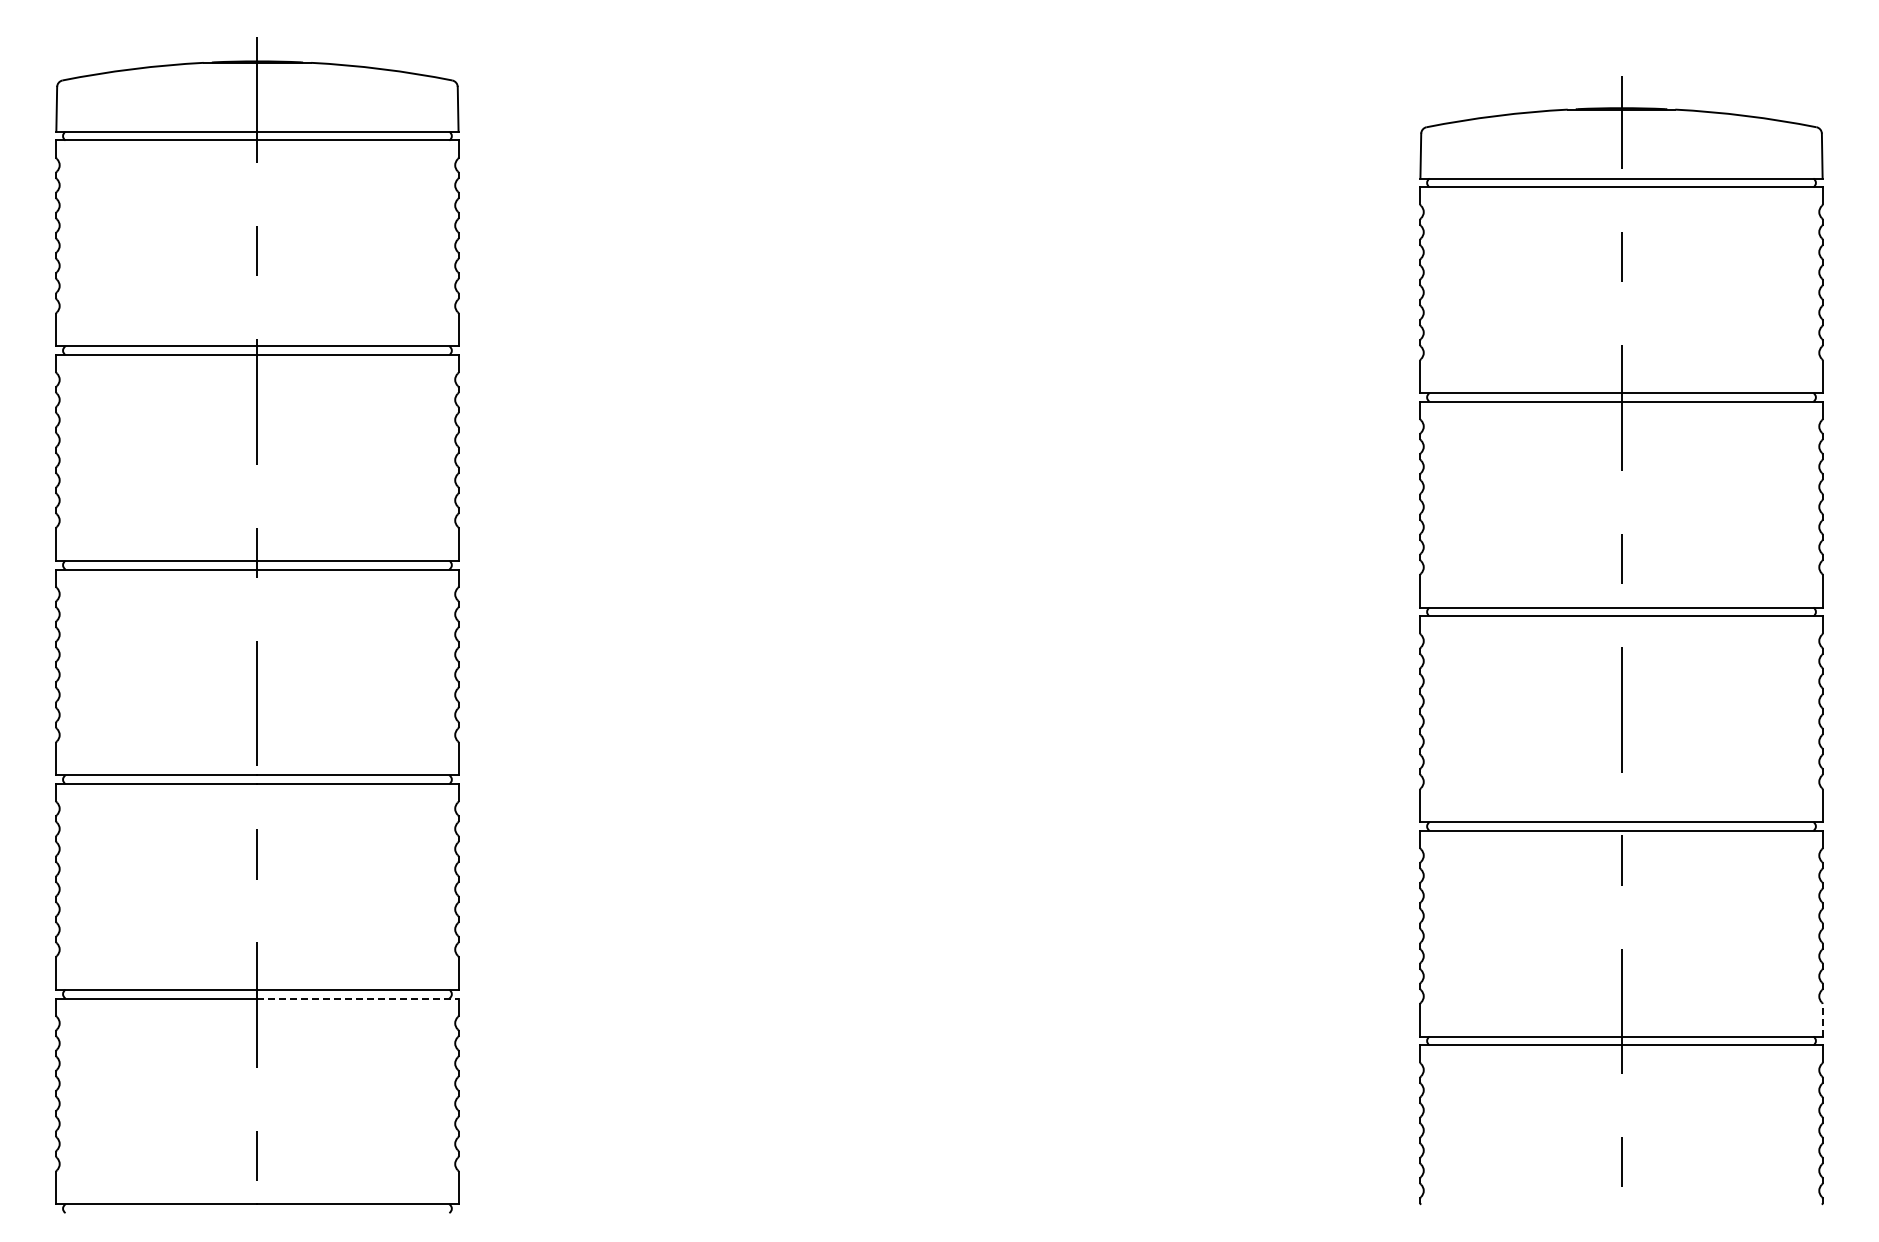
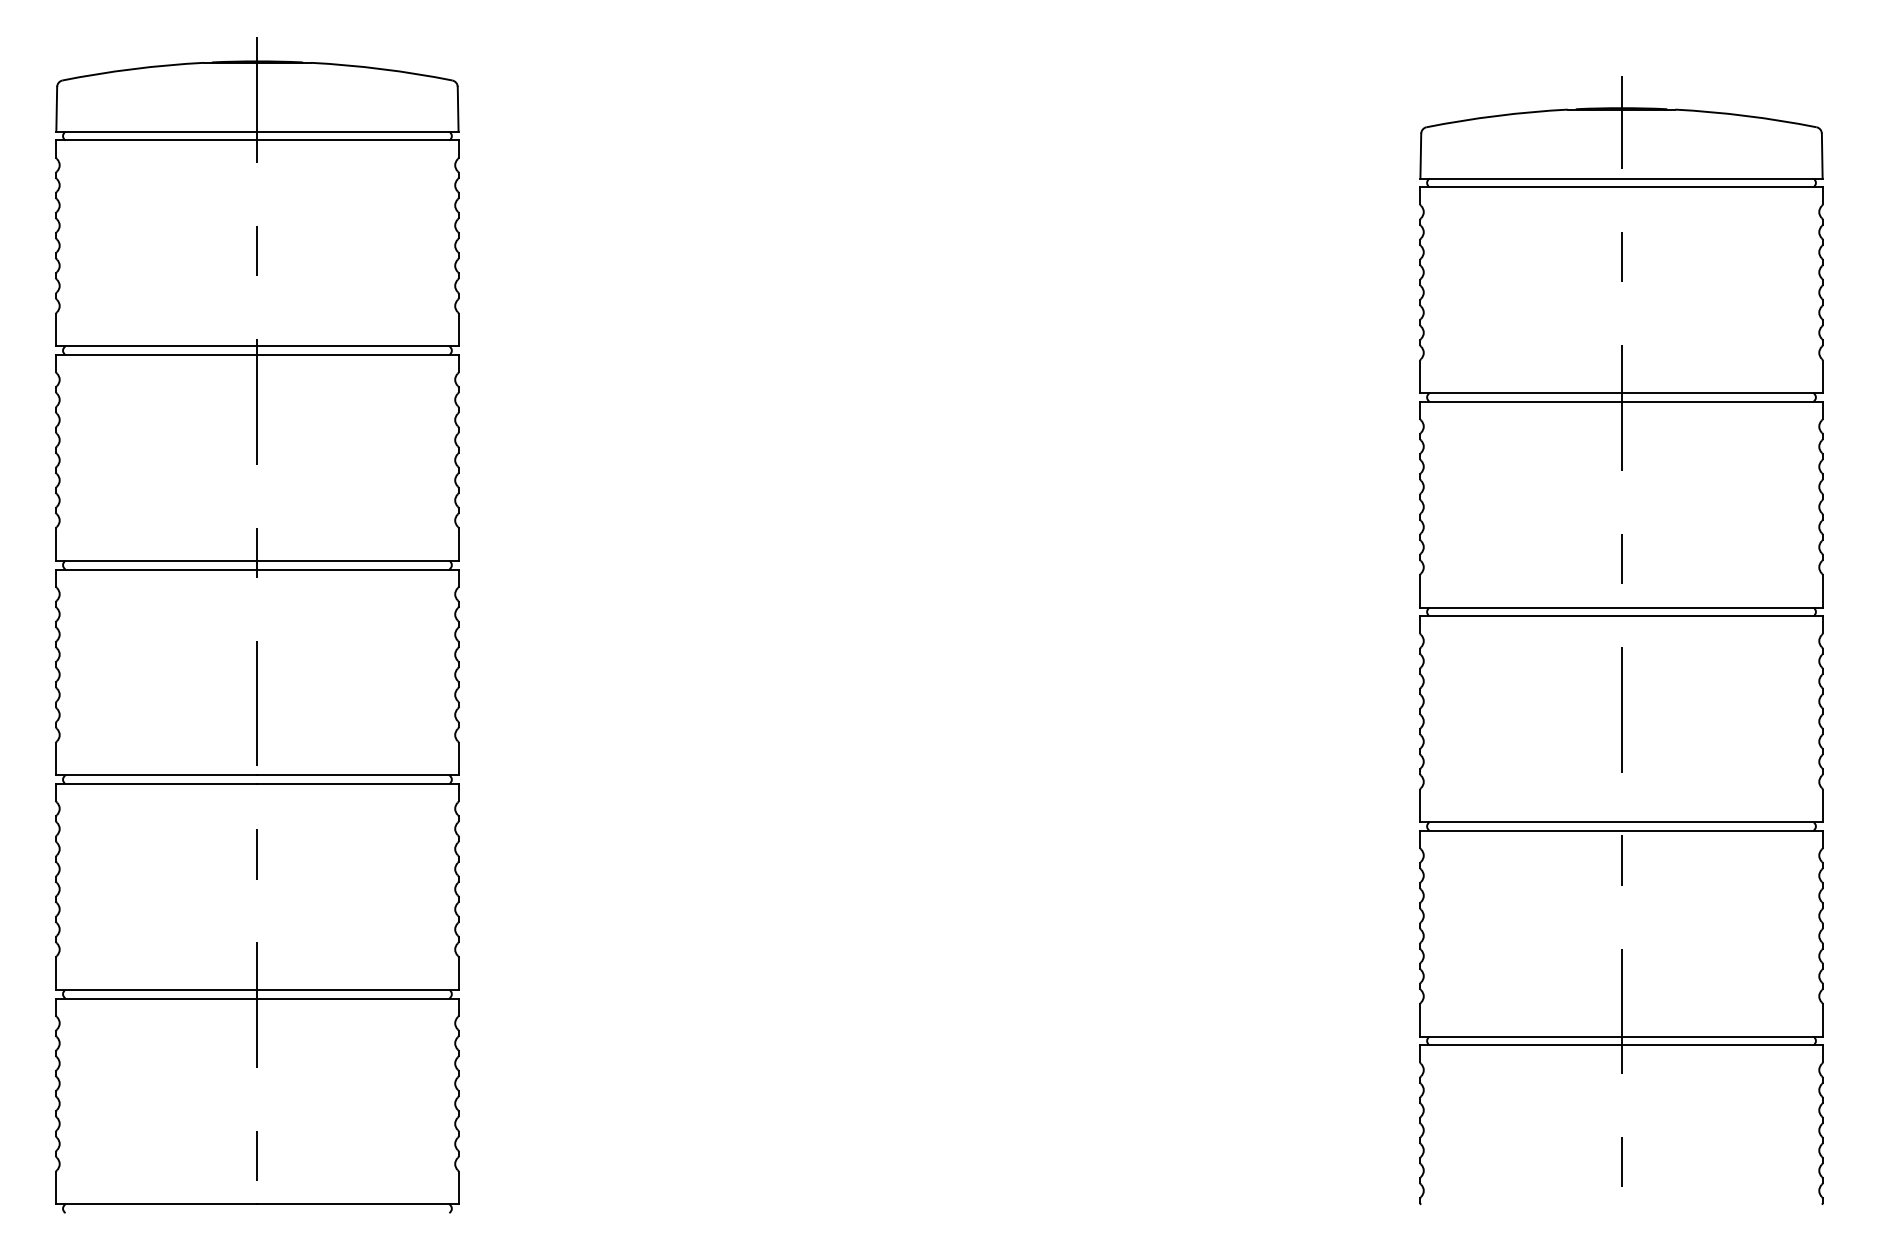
line at (358, 998): dashed -> solid
line at (1822, 1019): dashed -> solid
